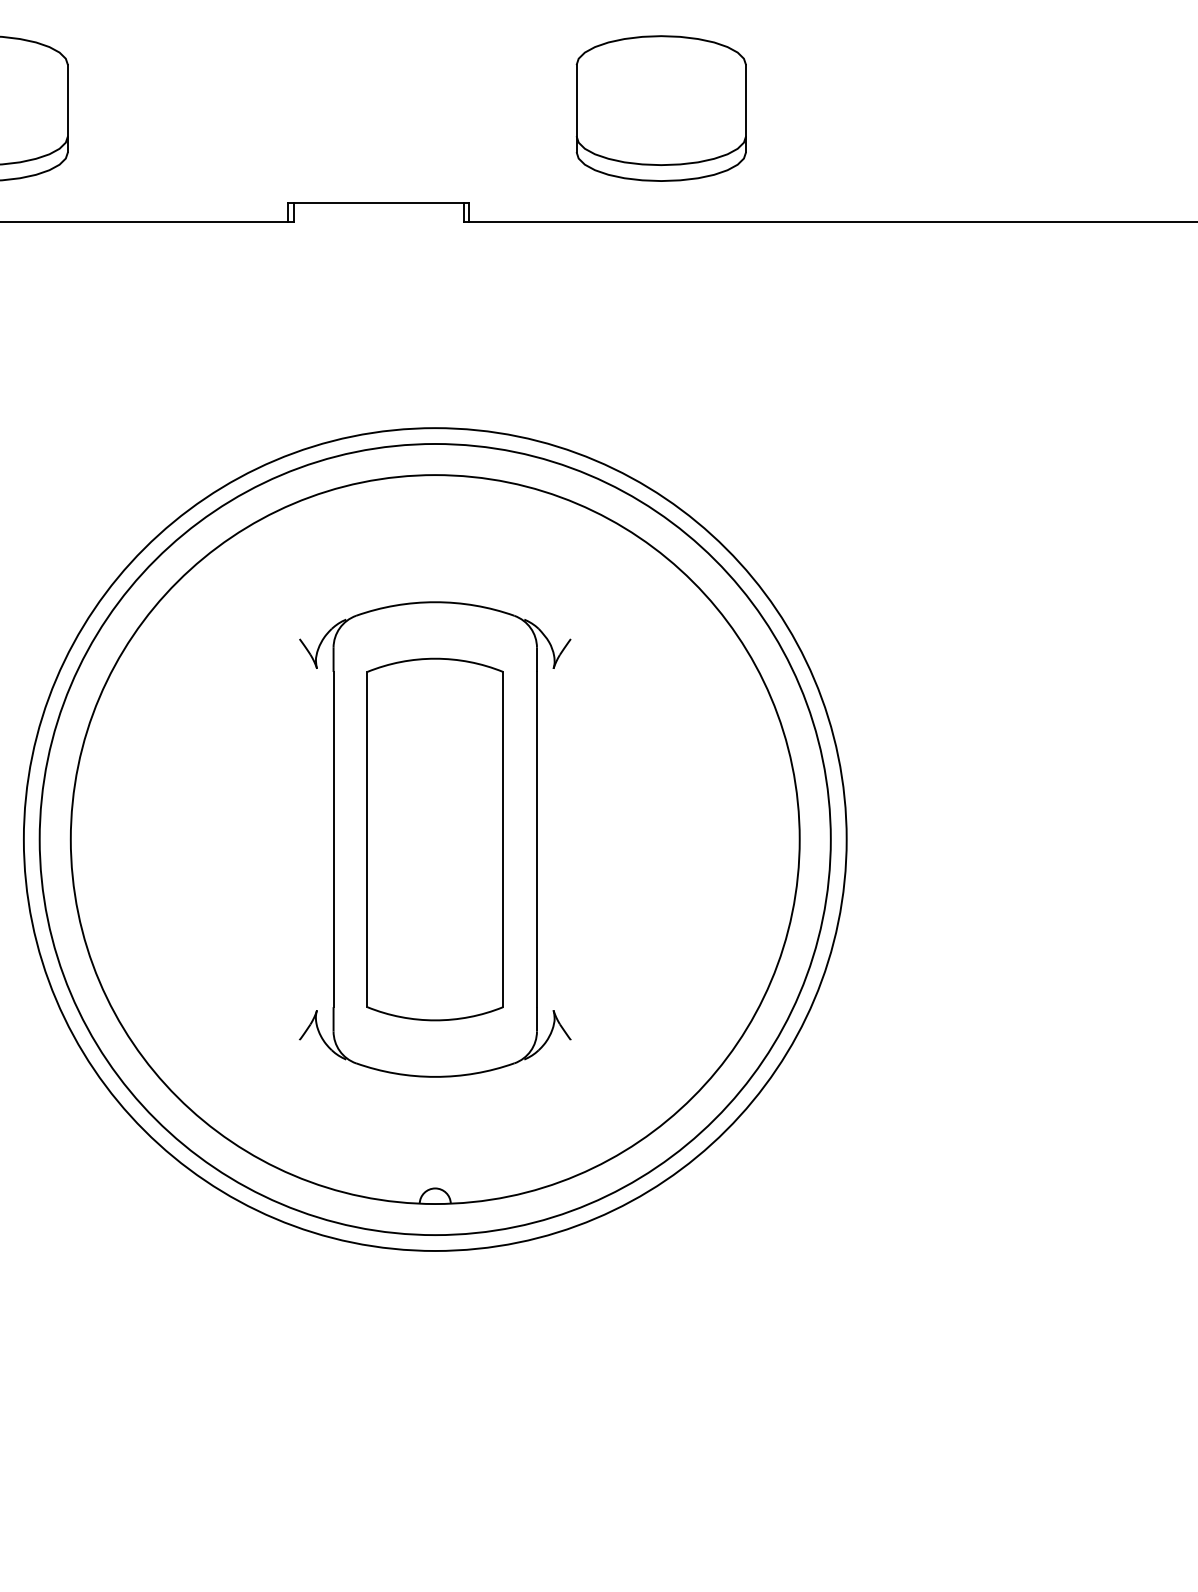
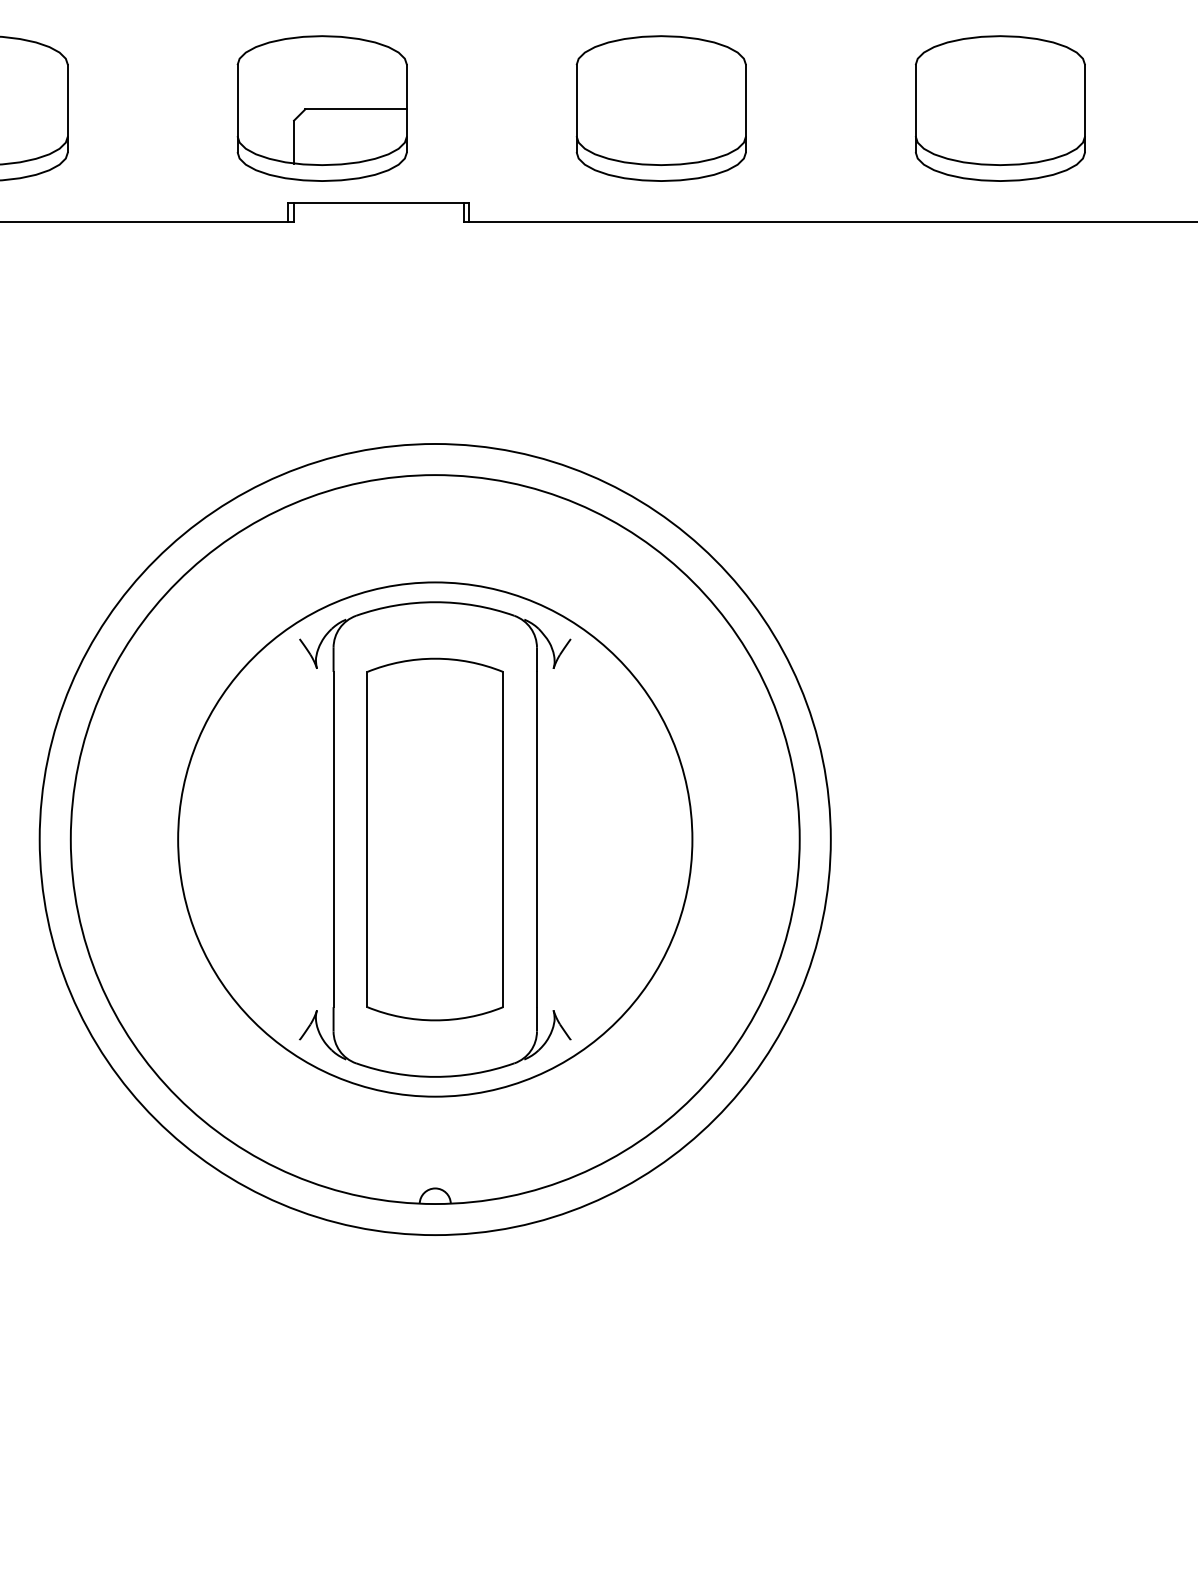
part at (321, 108): none -> present
part at (1000, 108): none -> present
circle at (434, 839) diameter: 823 px -> 514 px
